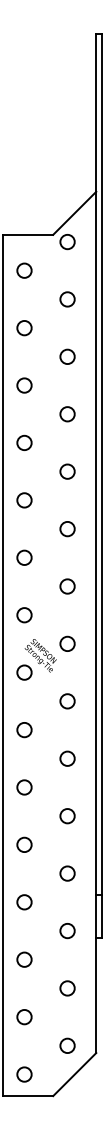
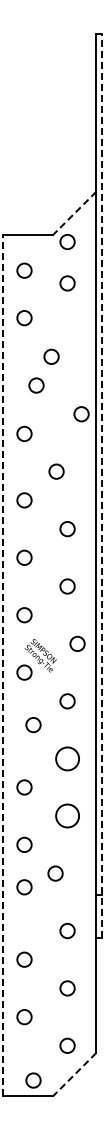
line at (74, 213): solid -> dashed
circle at (67, 299) position: (67, 299) -> (67, 283)
circle at (24, 328) position: (24, 328) -> (24, 318)
circle at (67, 356) position: (67, 356) -> (51, 356)
circle at (24, 385) position: (24, 385) -> (36, 385)
circle at (67, 414) position: (67, 414) -> (81, 414)
circle at (24, 442) position: (24, 442) -> (24, 433)
circle at (67, 471) position: (67, 471) -> (56, 471)
line at (102, 485): solid -> dashed
circle at (67, 643) position: (67, 643) -> (77, 643)
line at (2, 665): solid -> dashed
circle at (24, 730) position: (24, 730) -> (33, 725)
circle at (67, 758) size: 17x17 px -> 25x26 px
circle at (67, 816) size: 17x17 px -> 25x26 px
circle at (67, 873) position: (67, 873) -> (55, 873)
circle at (24, 902) position: (24, 902) -> (24, 887)
circle at (24, 1074) position: (24, 1074) -> (33, 1080)
line at (74, 1074): solid -> dashed
